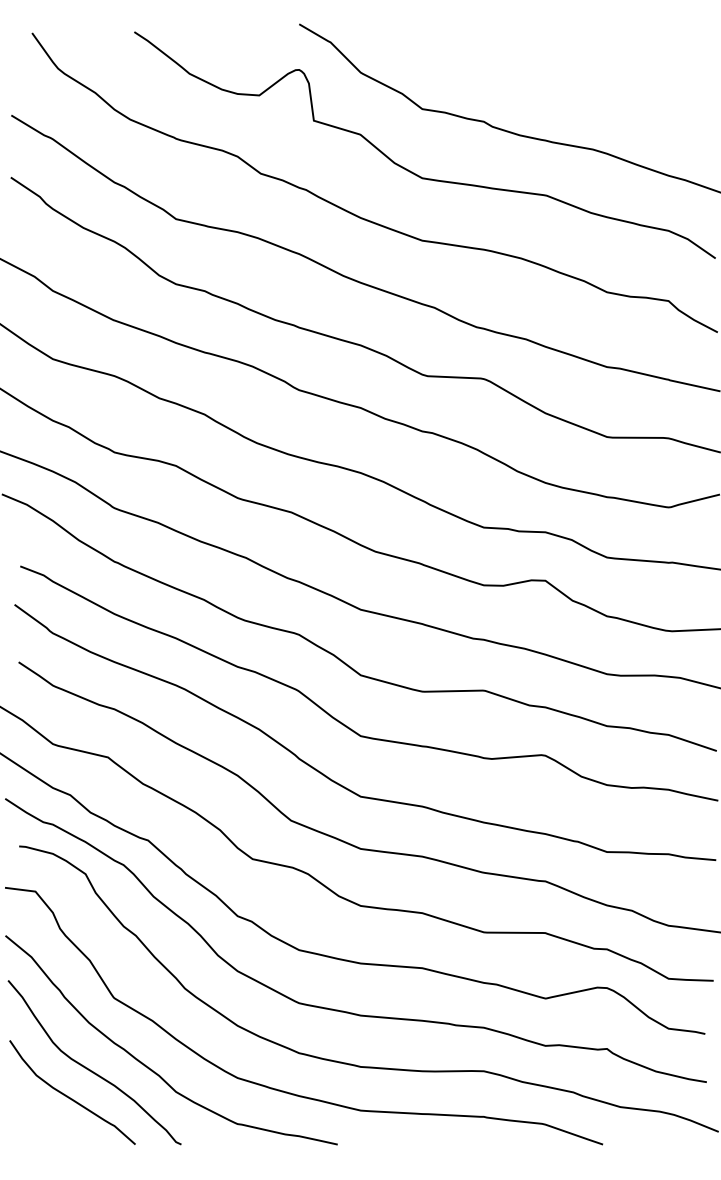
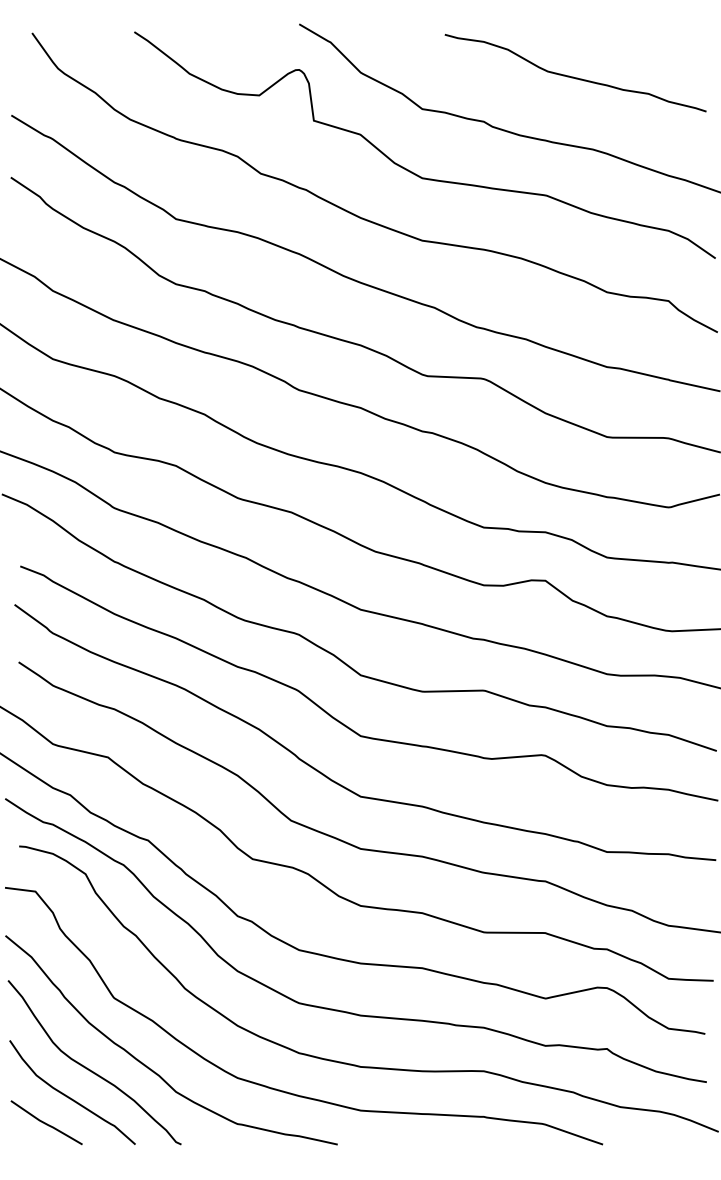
curve at (573, 76): none -> present
curve at (45, 1122): none -> present
